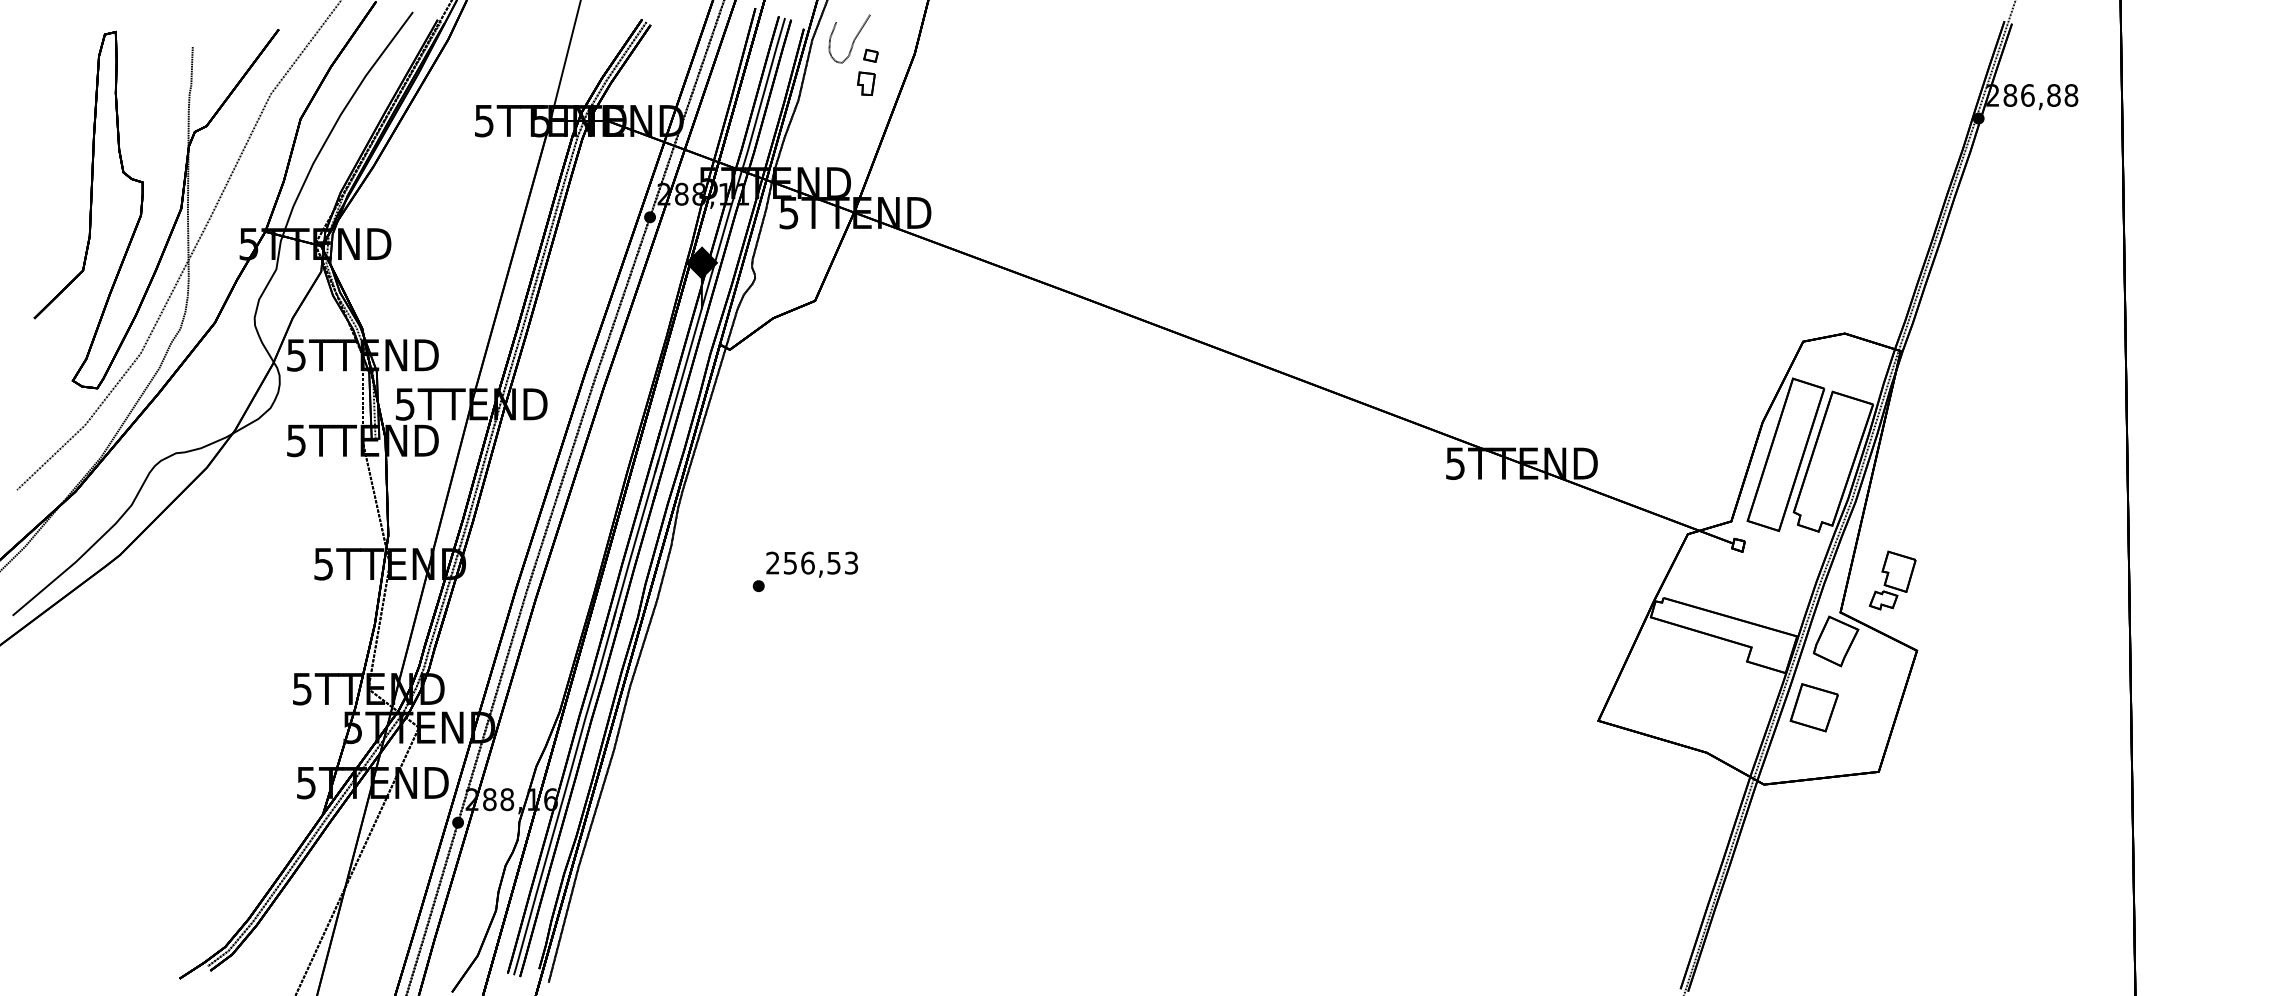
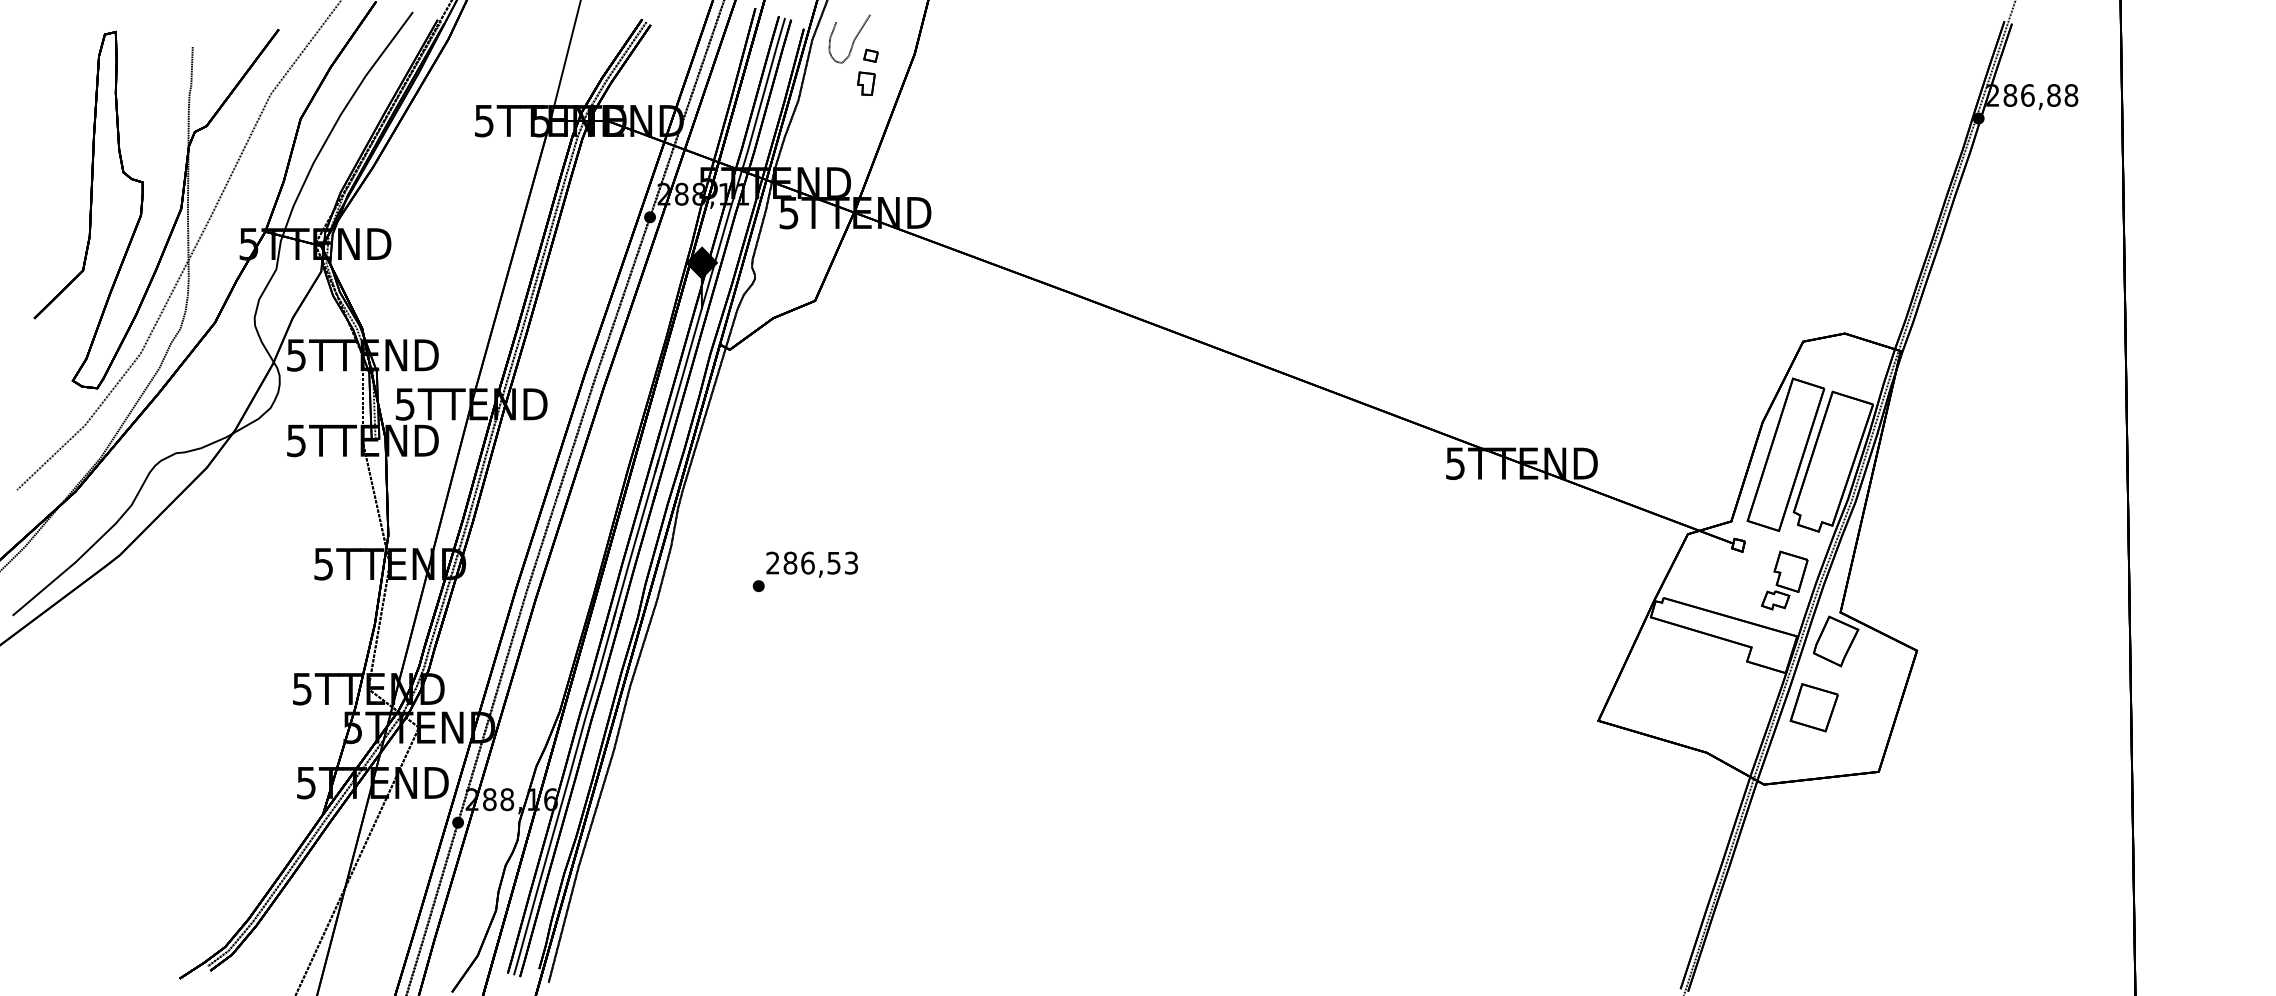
text at (790, 562): 256,53 -> 286,53
part at (1892, 580) position: (1892, 580) -> (1784, 580)
